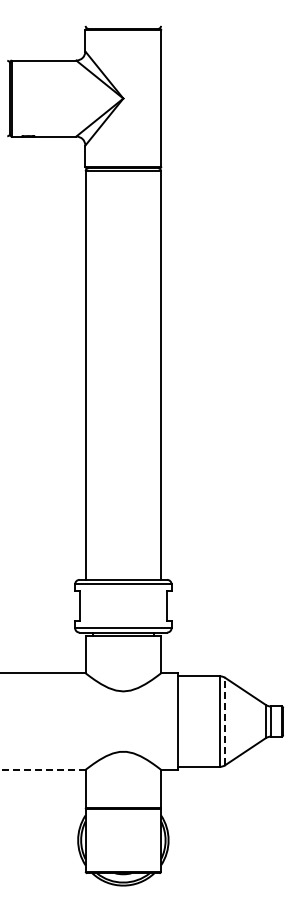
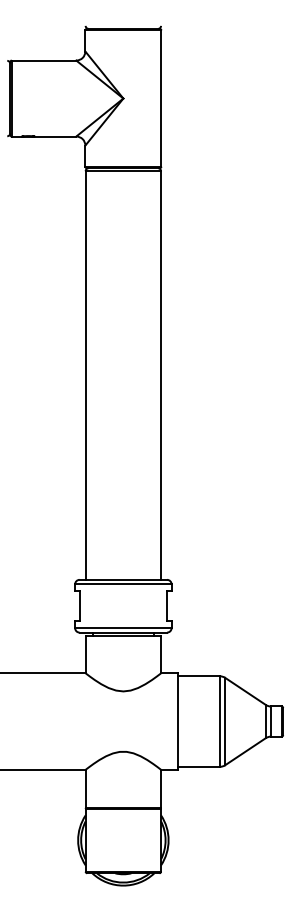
line at (225, 721): dashed -> solid
line at (42, 769): dashed -> solid
